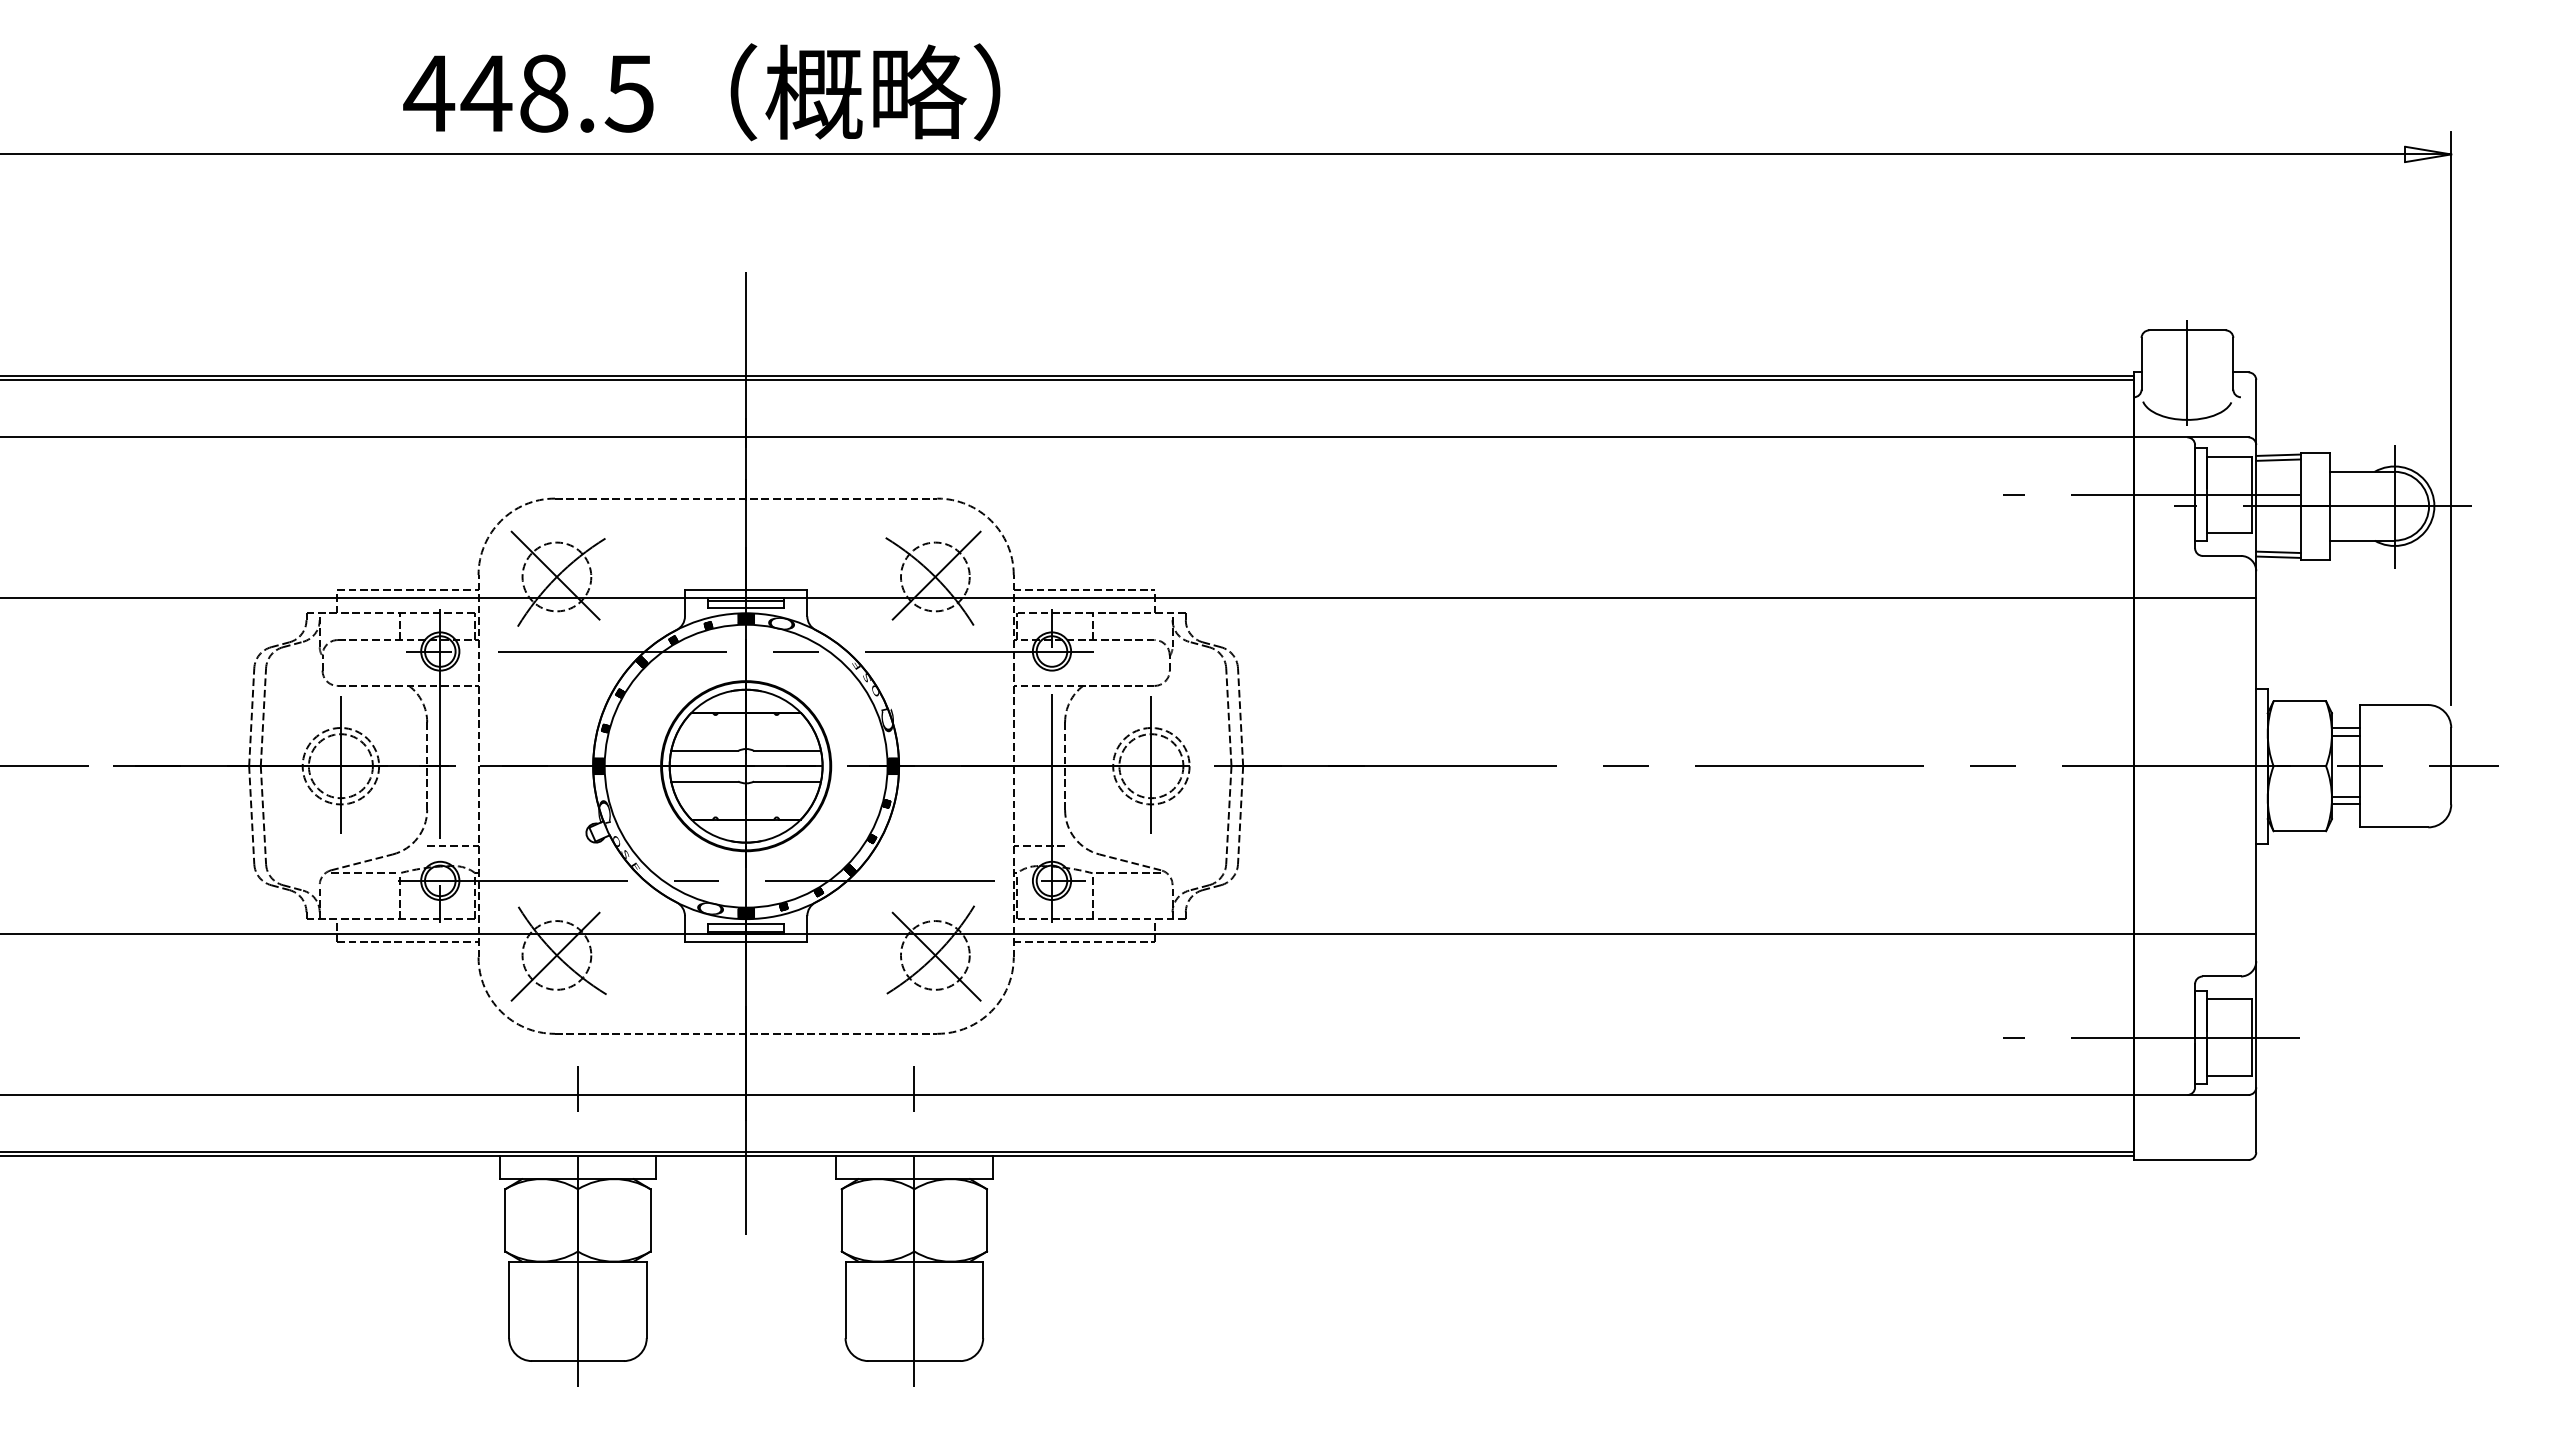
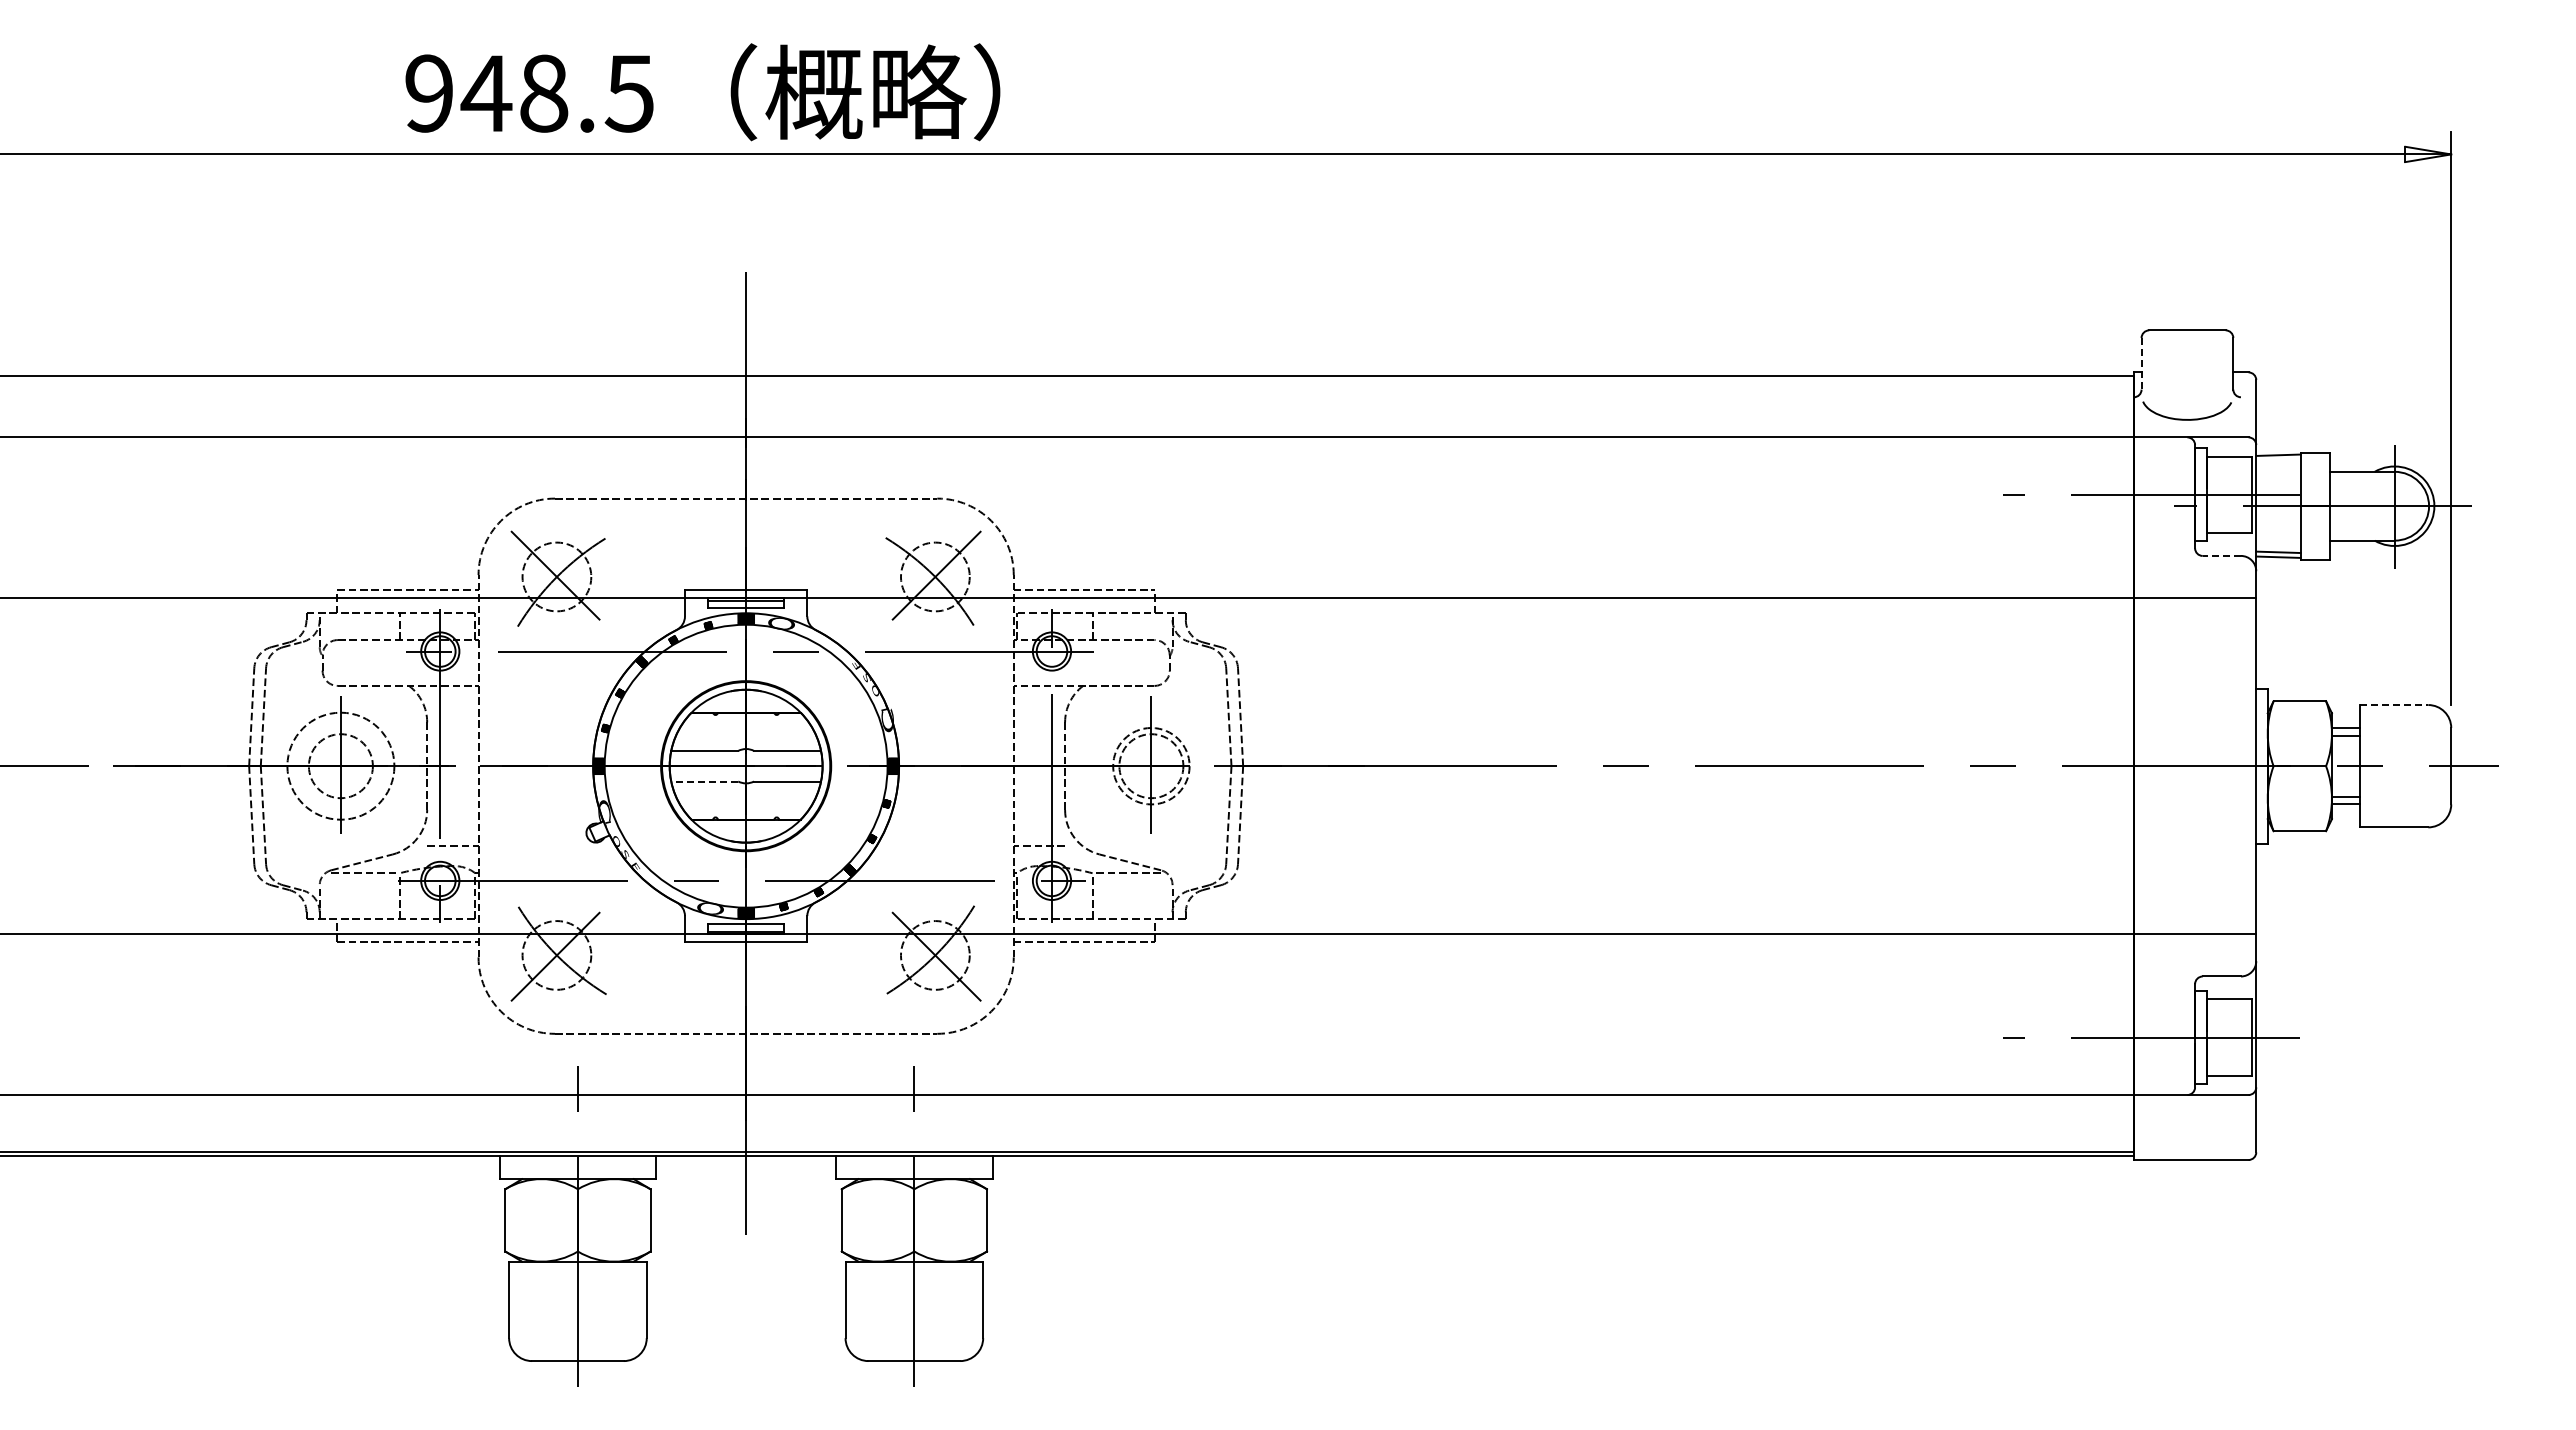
text at (429, 93): 448.5 -> 948.5
line at (2141, 363): solid -> dashed
line at (2187, 373): present -> none
line at (1067, 380): present -> none
line at (2278, 459): present -> none
line at (2221, 555): solid -> dashed
line at (2394, 705): solid -> dashed
circle at (340, 765) diameter: 76 px -> 107 px
line at (704, 781): solid -> dashed
